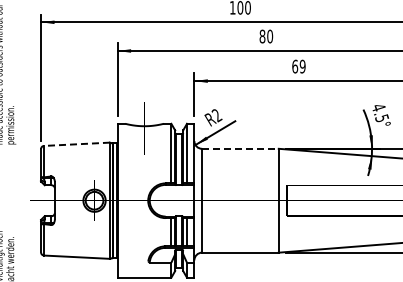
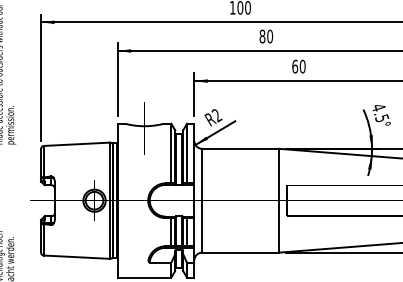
text at (302, 66): 69 -> 60
line at (76, 144): dashed -> solid
line at (240, 148): dashed -> solid
